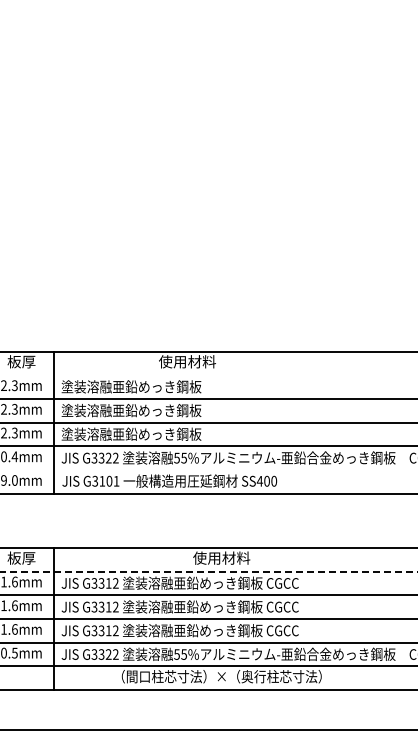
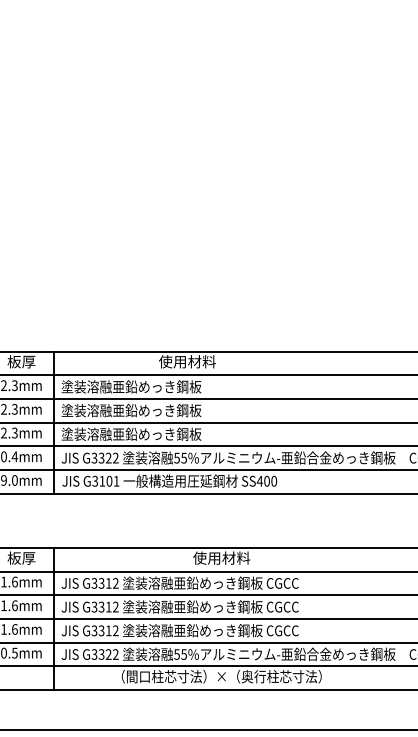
line at (208, 375): none -> present
line at (208, 470): none -> present
line at (209, 571): dashed -> solid
